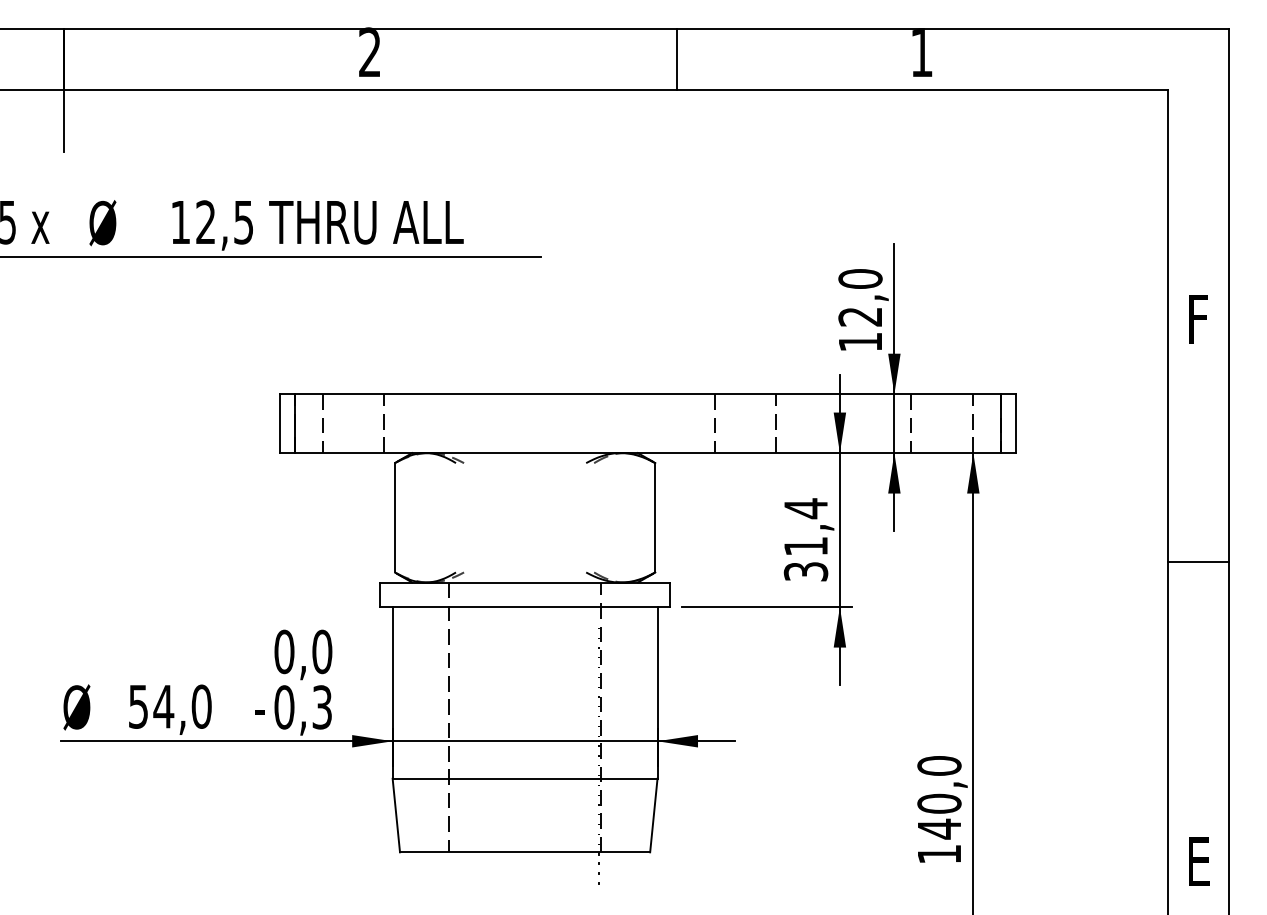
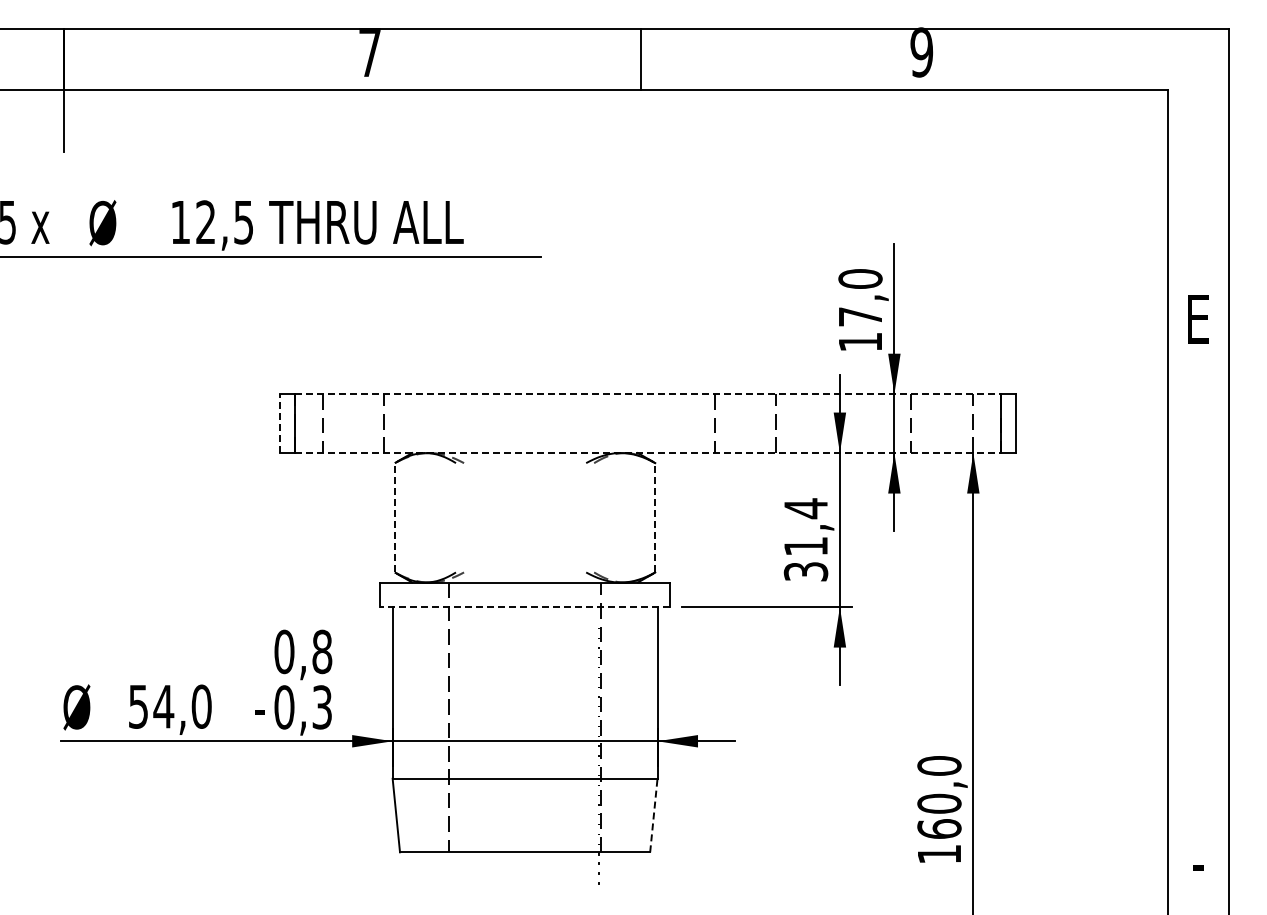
text at (369, 51): 2 -> 7
text at (921, 52): 1 -> 9
line at (677, 59) position: (677, 59) -> (641, 59)
text at (859, 316): 12,0 -> 17,0
text at (1198, 319): F -> E
line at (648, 394): solid -> dashed
line at (279, 423): solid -> dashed
line at (648, 453): solid -> dashed
line at (394, 517): solid -> dashed
line at (655, 517): solid -> dashed
line at (1197, 562): present -> none
line at (525, 607): solid -> dashed
text at (322, 651): 0,0 -> 0,8
line at (653, 815): solid -> dashed
text at (939, 828): 140,0 -> 160,0
text at (1199, 861): E -> -
